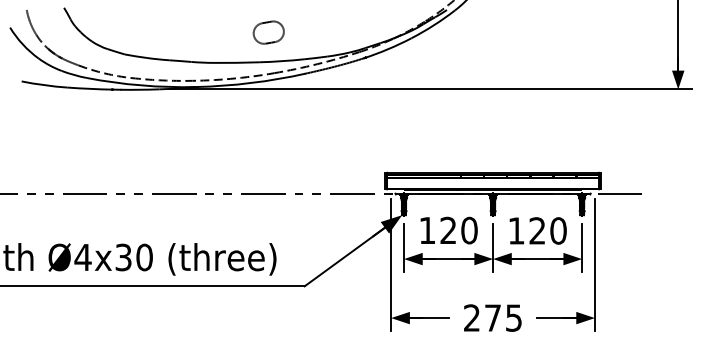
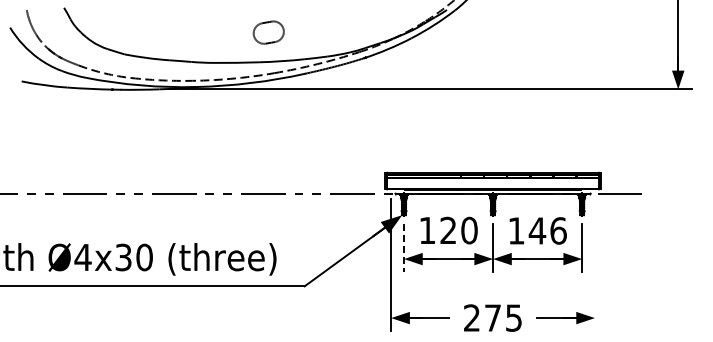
text at (547, 230): 120 -> 146
line at (404, 248): solid -> dashed
line at (594, 264): present -> none
